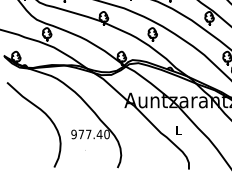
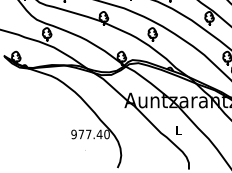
curve at (43, 113): present -> none
